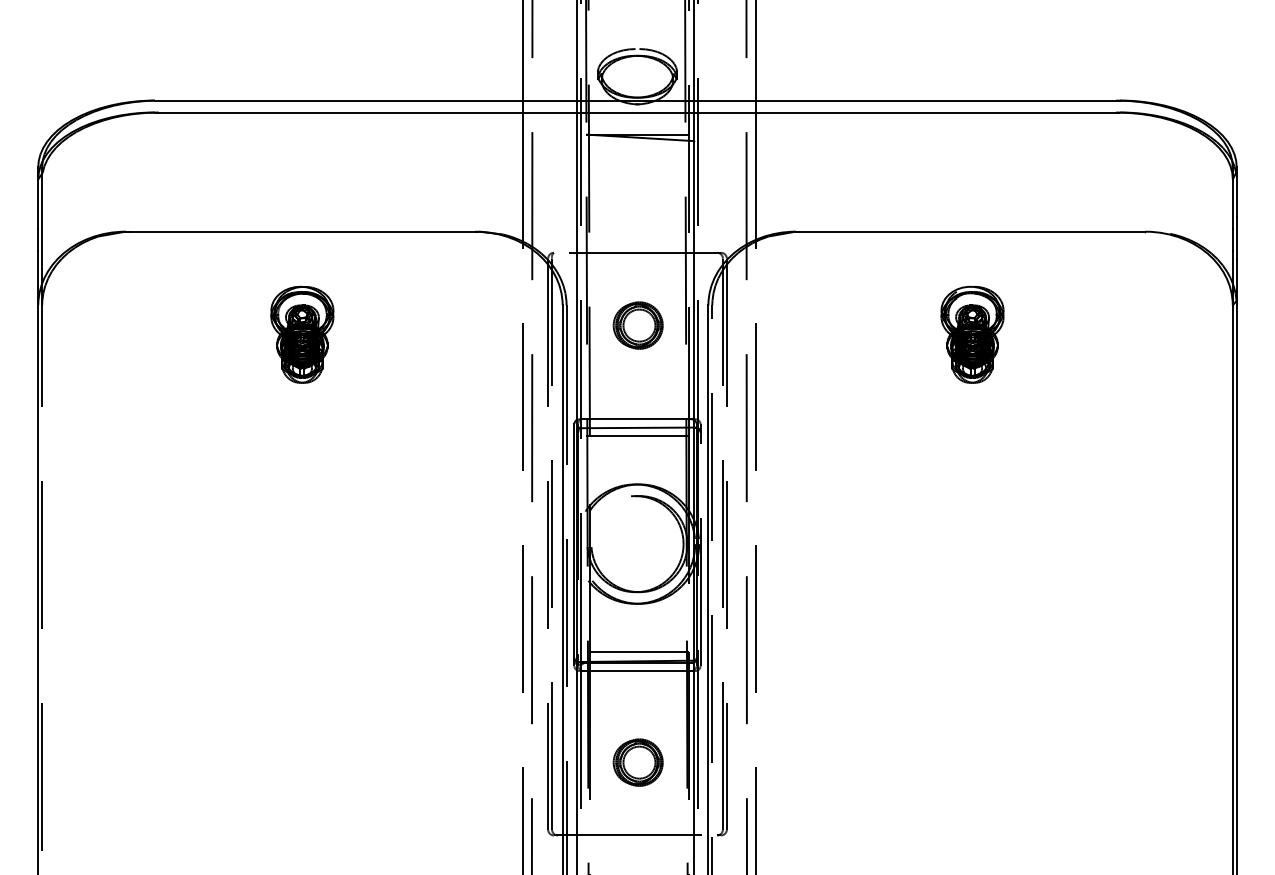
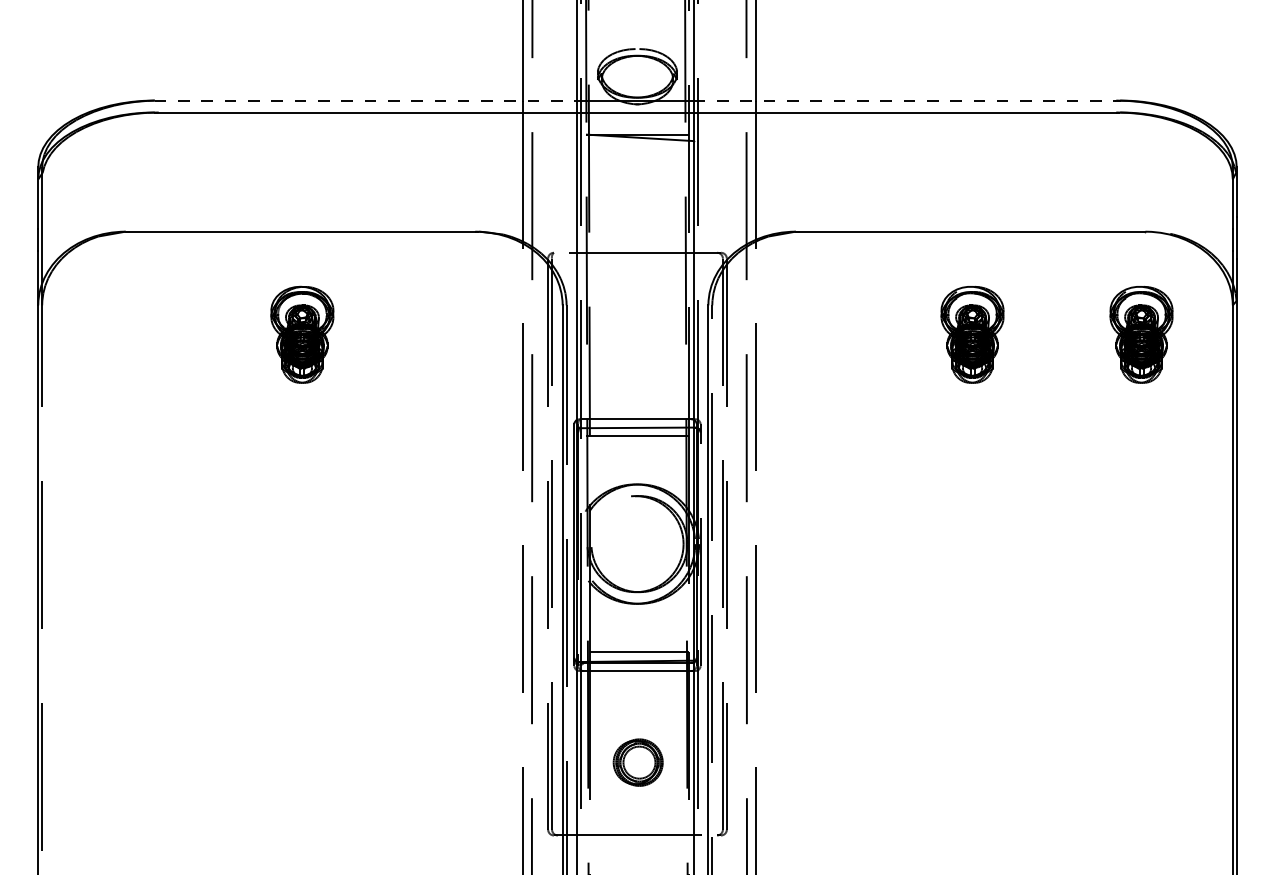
line at (366, 100): solid -> dashed
line at (905, 100): solid -> dashed
part at (637, 325): present -> none
part at (1141, 334): none -> present
